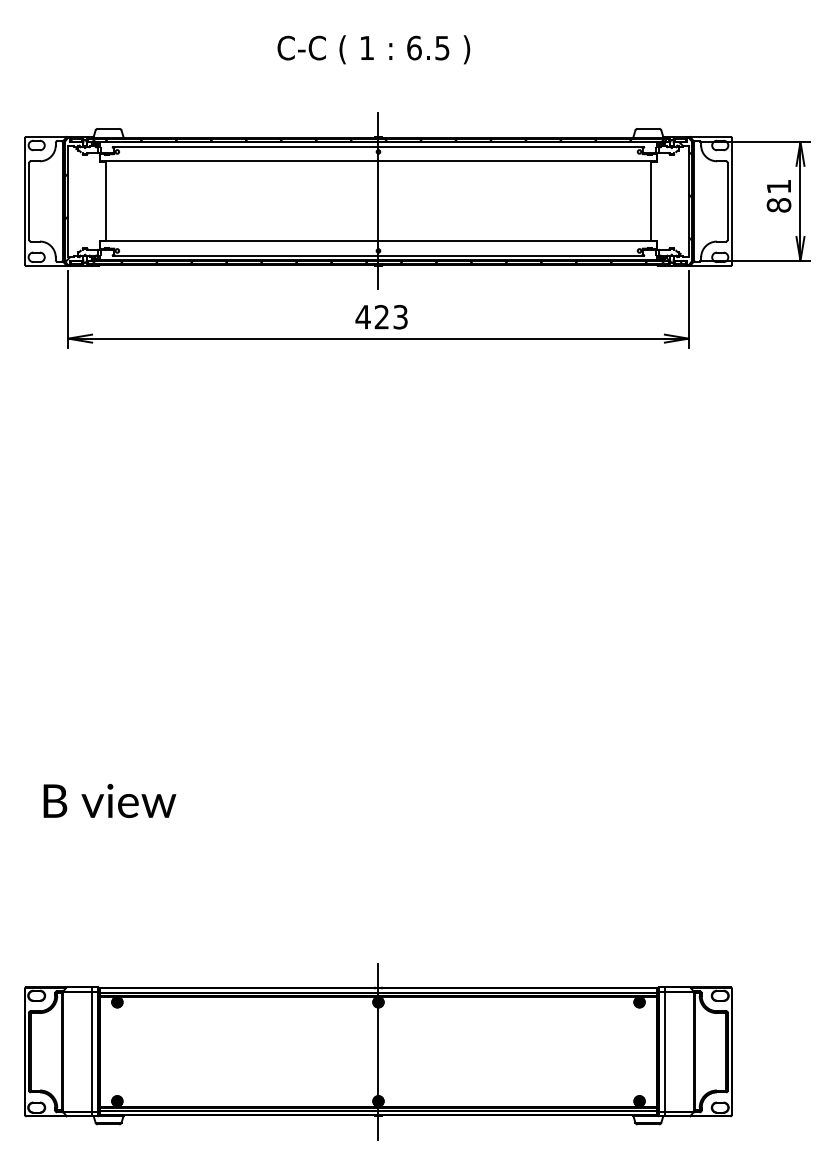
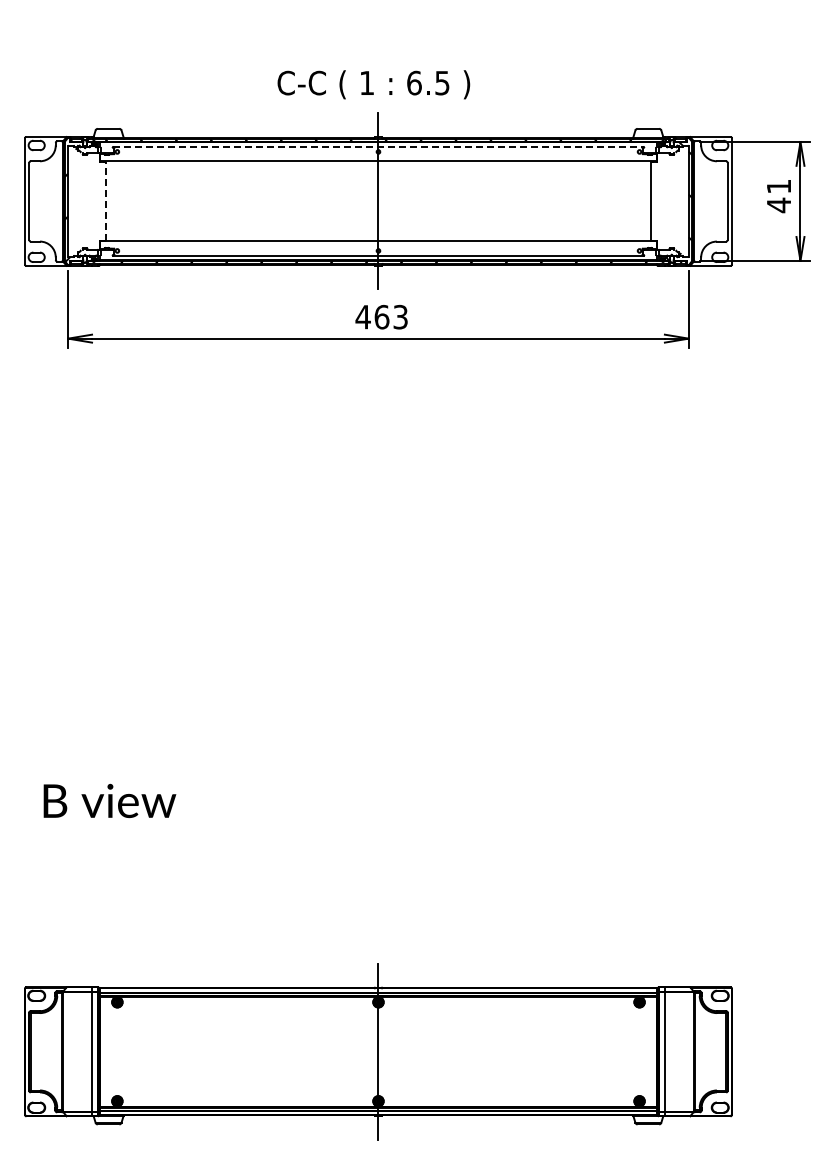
text at (373, 49) position: (373, 49) -> (373, 84)
line at (378, 147): solid -> dashed
line at (105, 200): solid -> dashed
text at (778, 205): 81 -> 41
text at (381, 316): 423 -> 463
